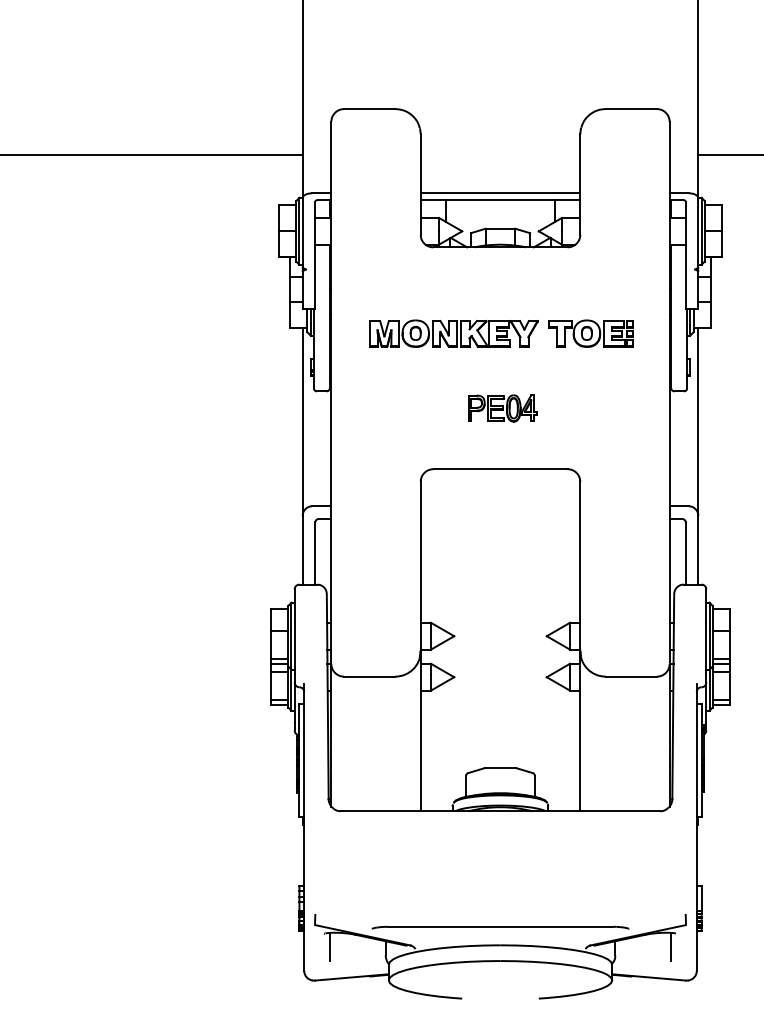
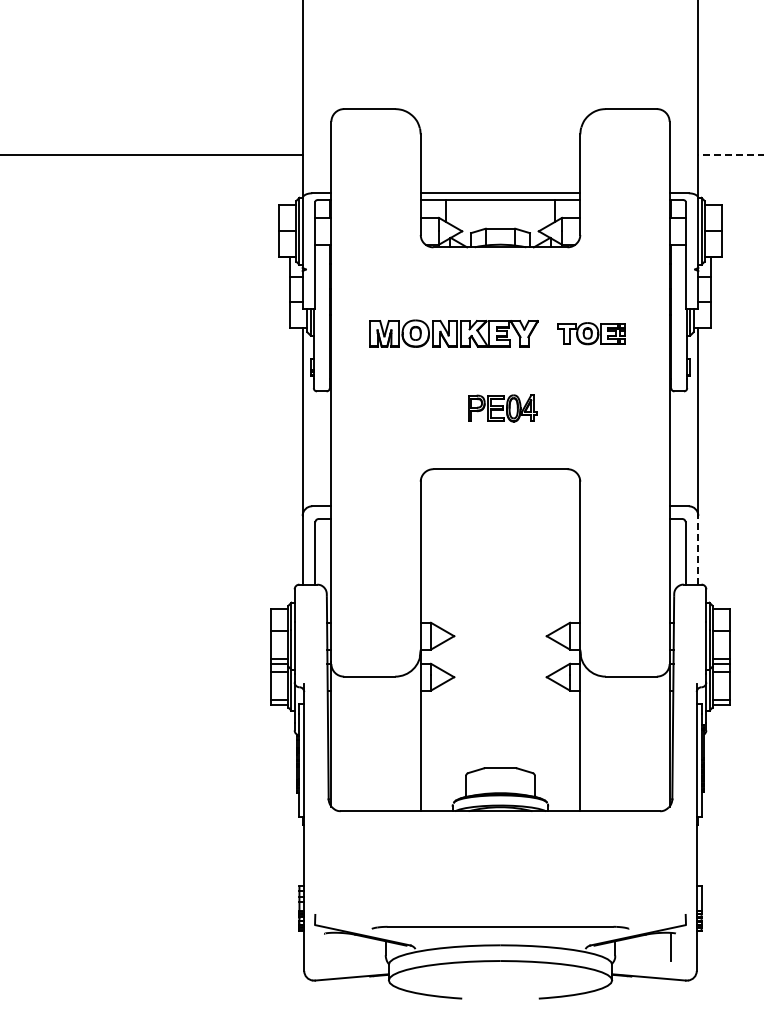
line at (730, 155): solid -> dashed
part at (590, 333) size: 86x29 px -> 69x24 px
line at (698, 549): solid -> dashed
line at (329, 946): present -> none
